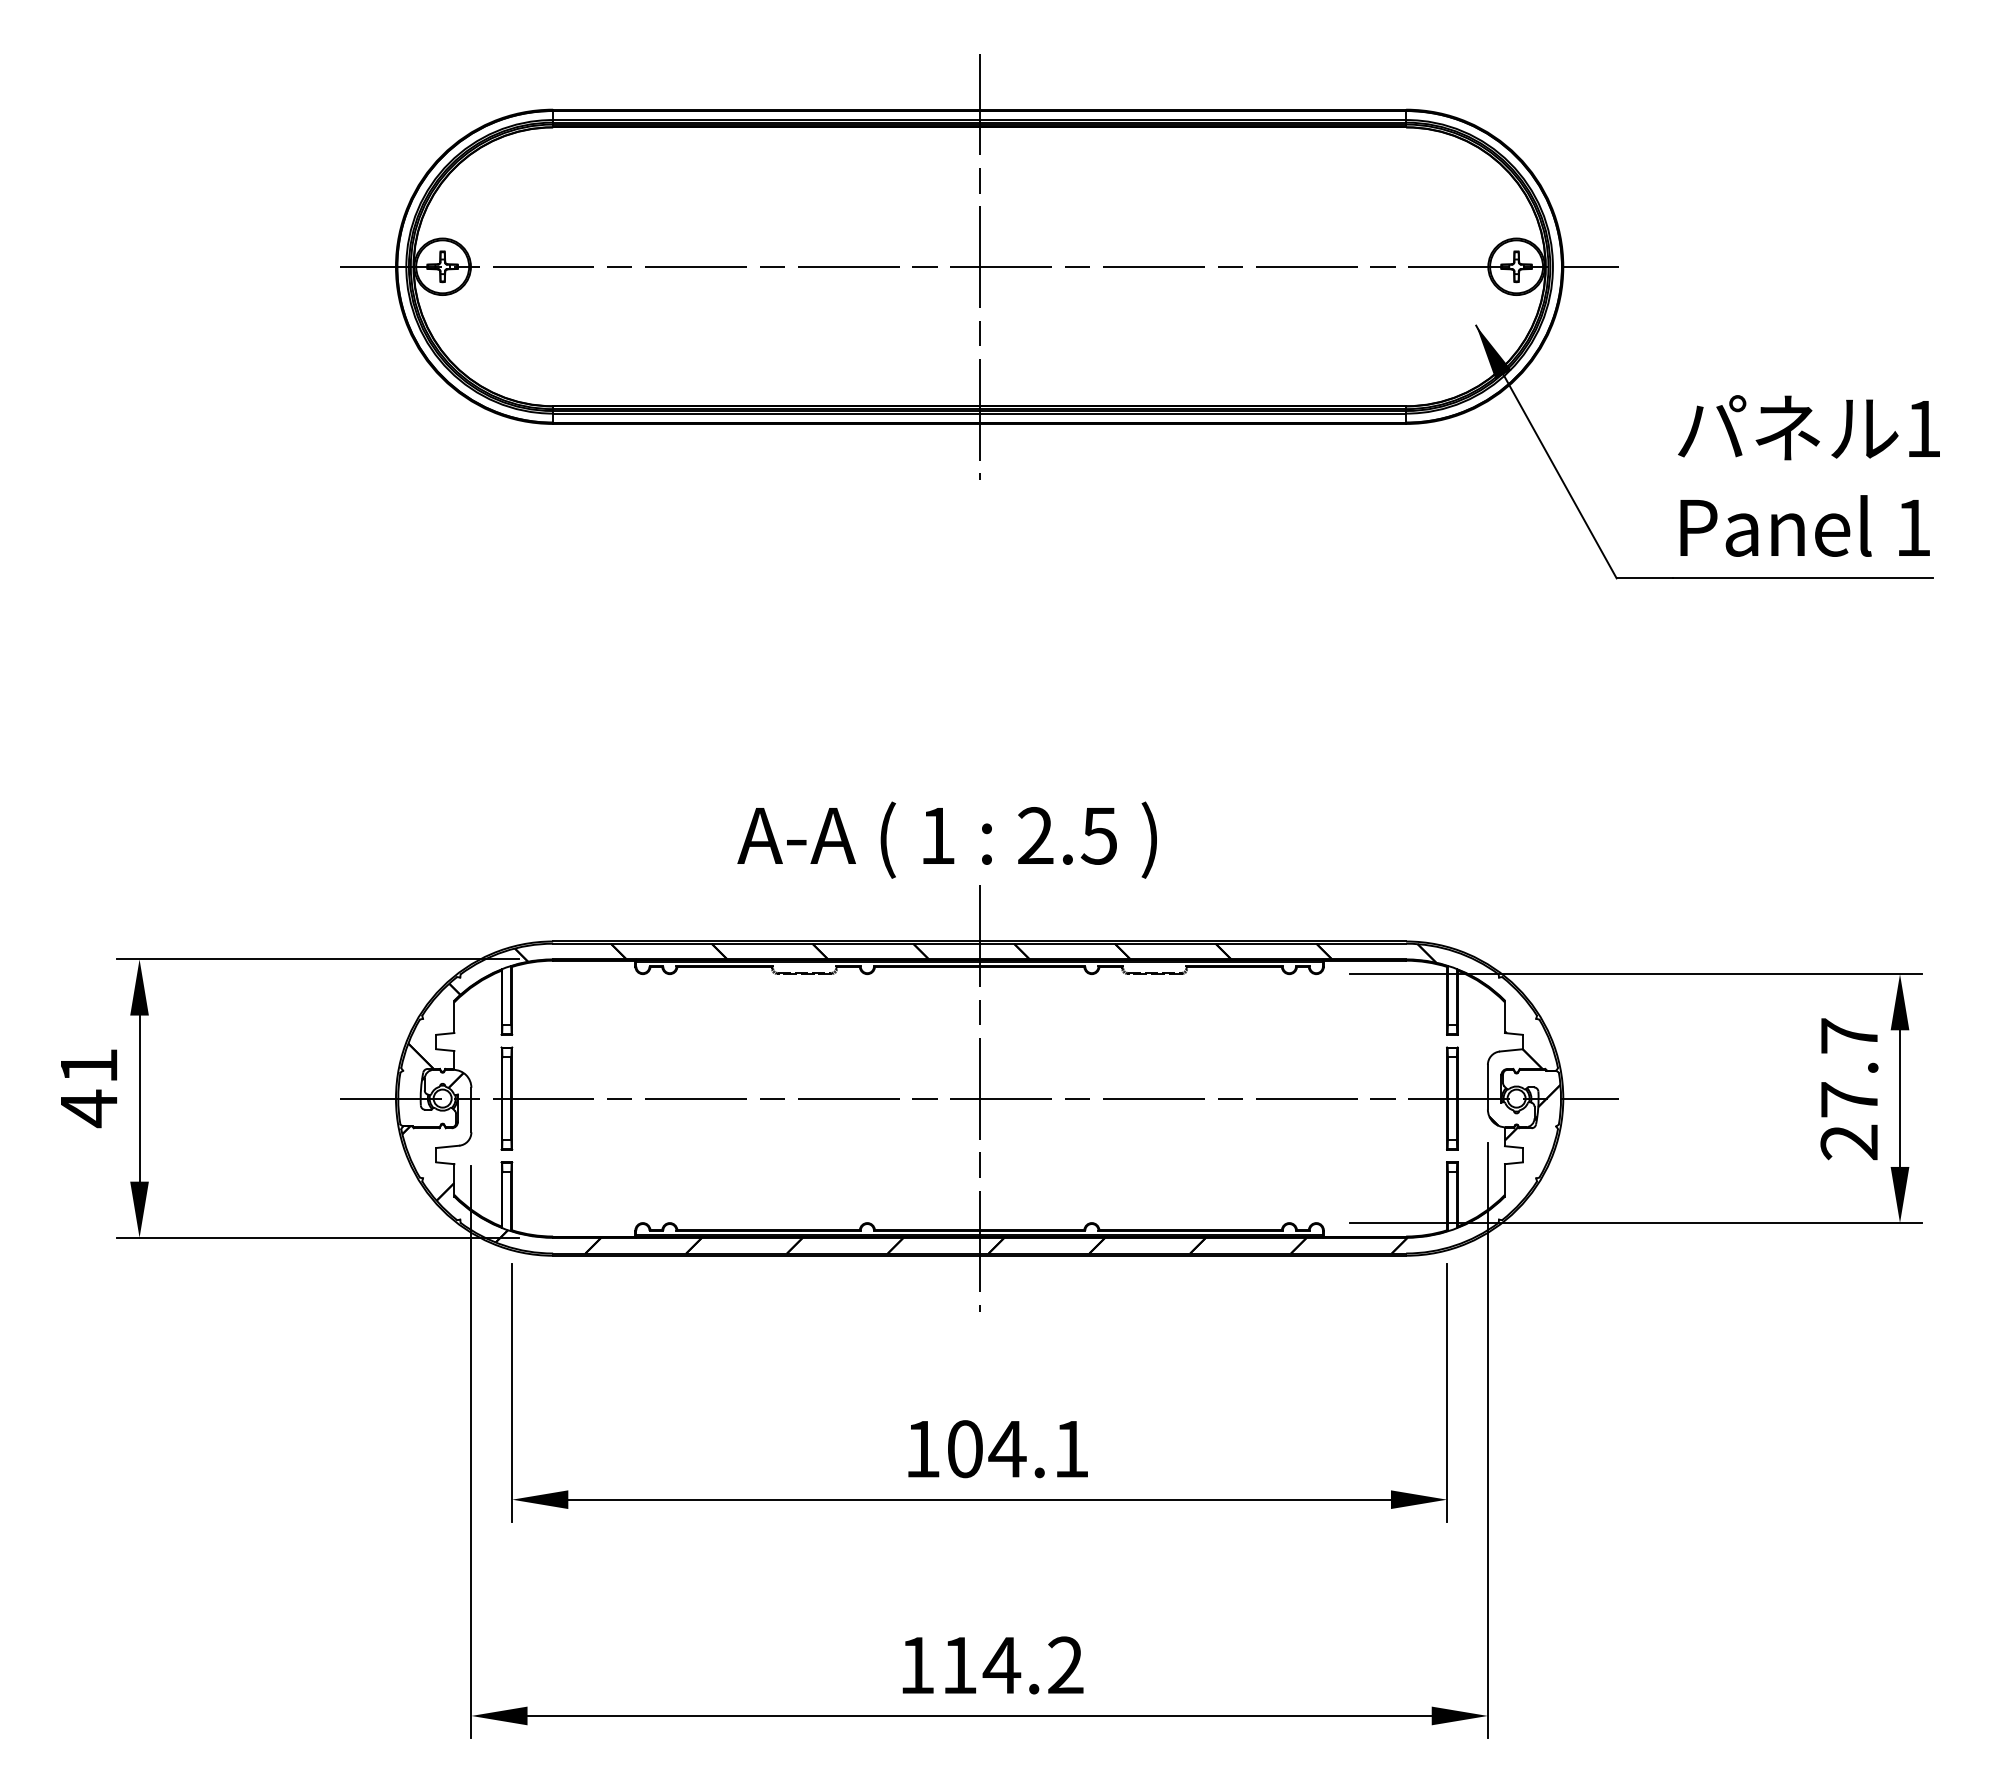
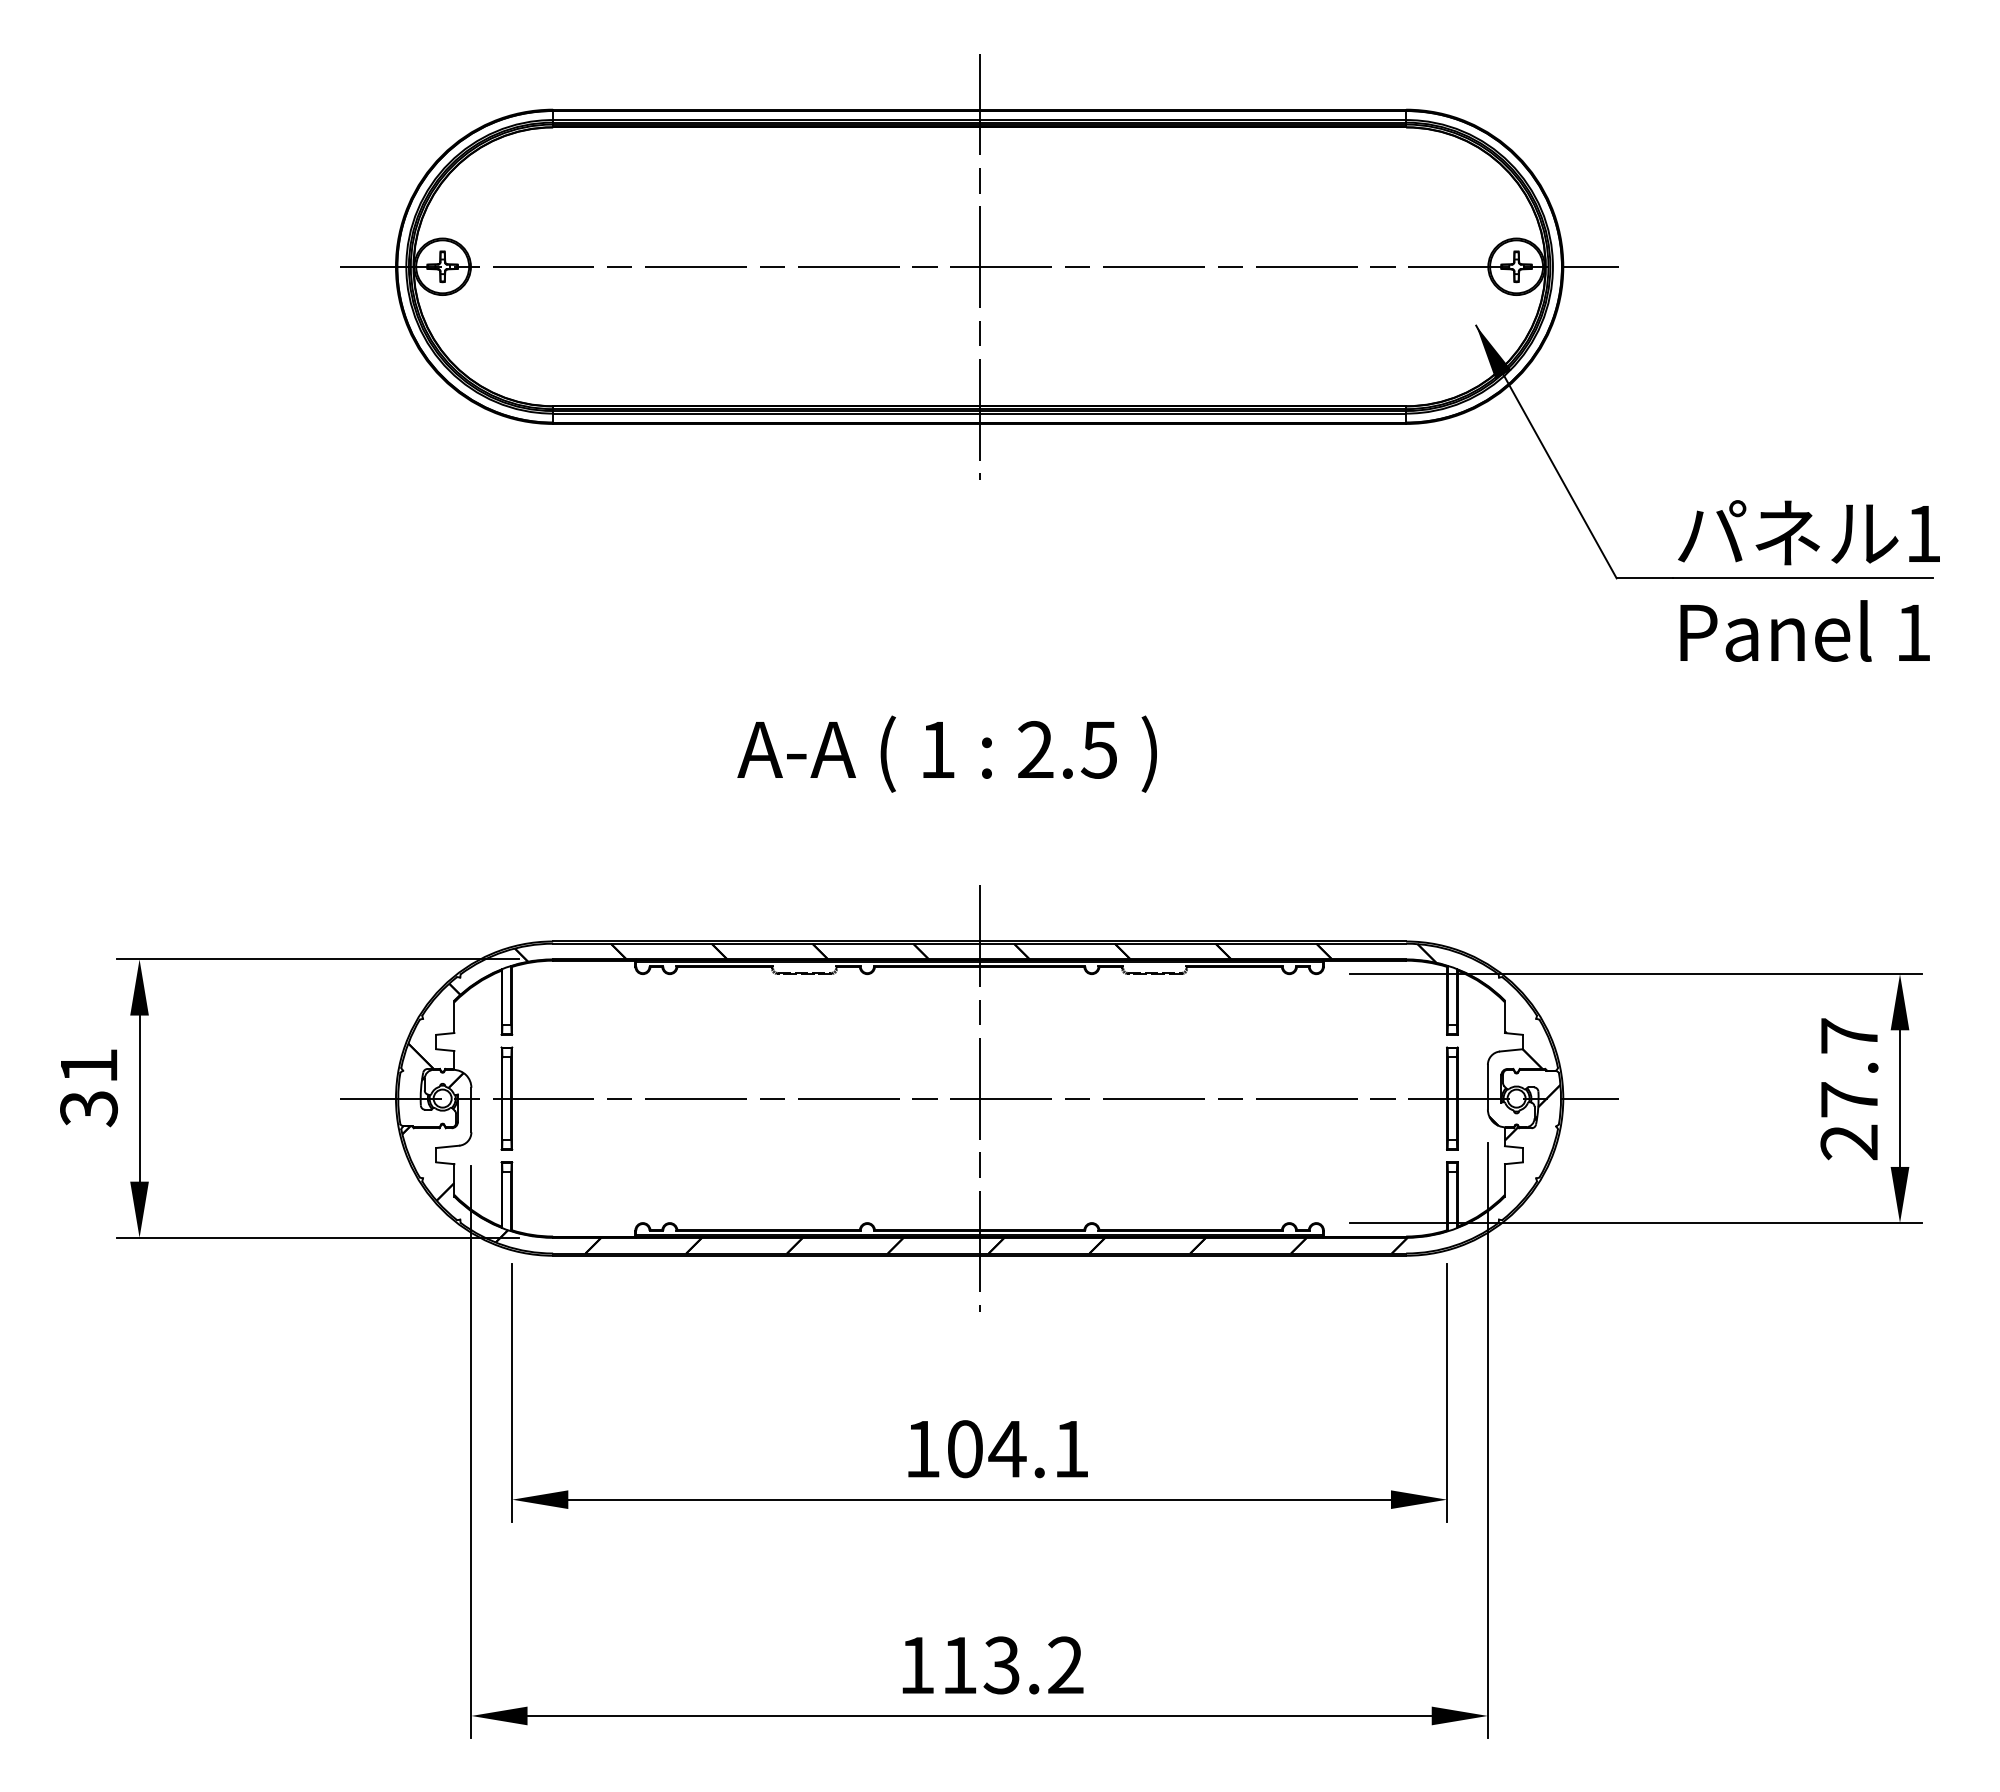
text at (1808, 475) position: (1808, 475) -> (1808, 580)
text at (946, 839) position: (946, 839) -> (946, 753)
text at (89, 1108): 41 -> 31
text at (1001, 1665): 114.2 -> 113.2
